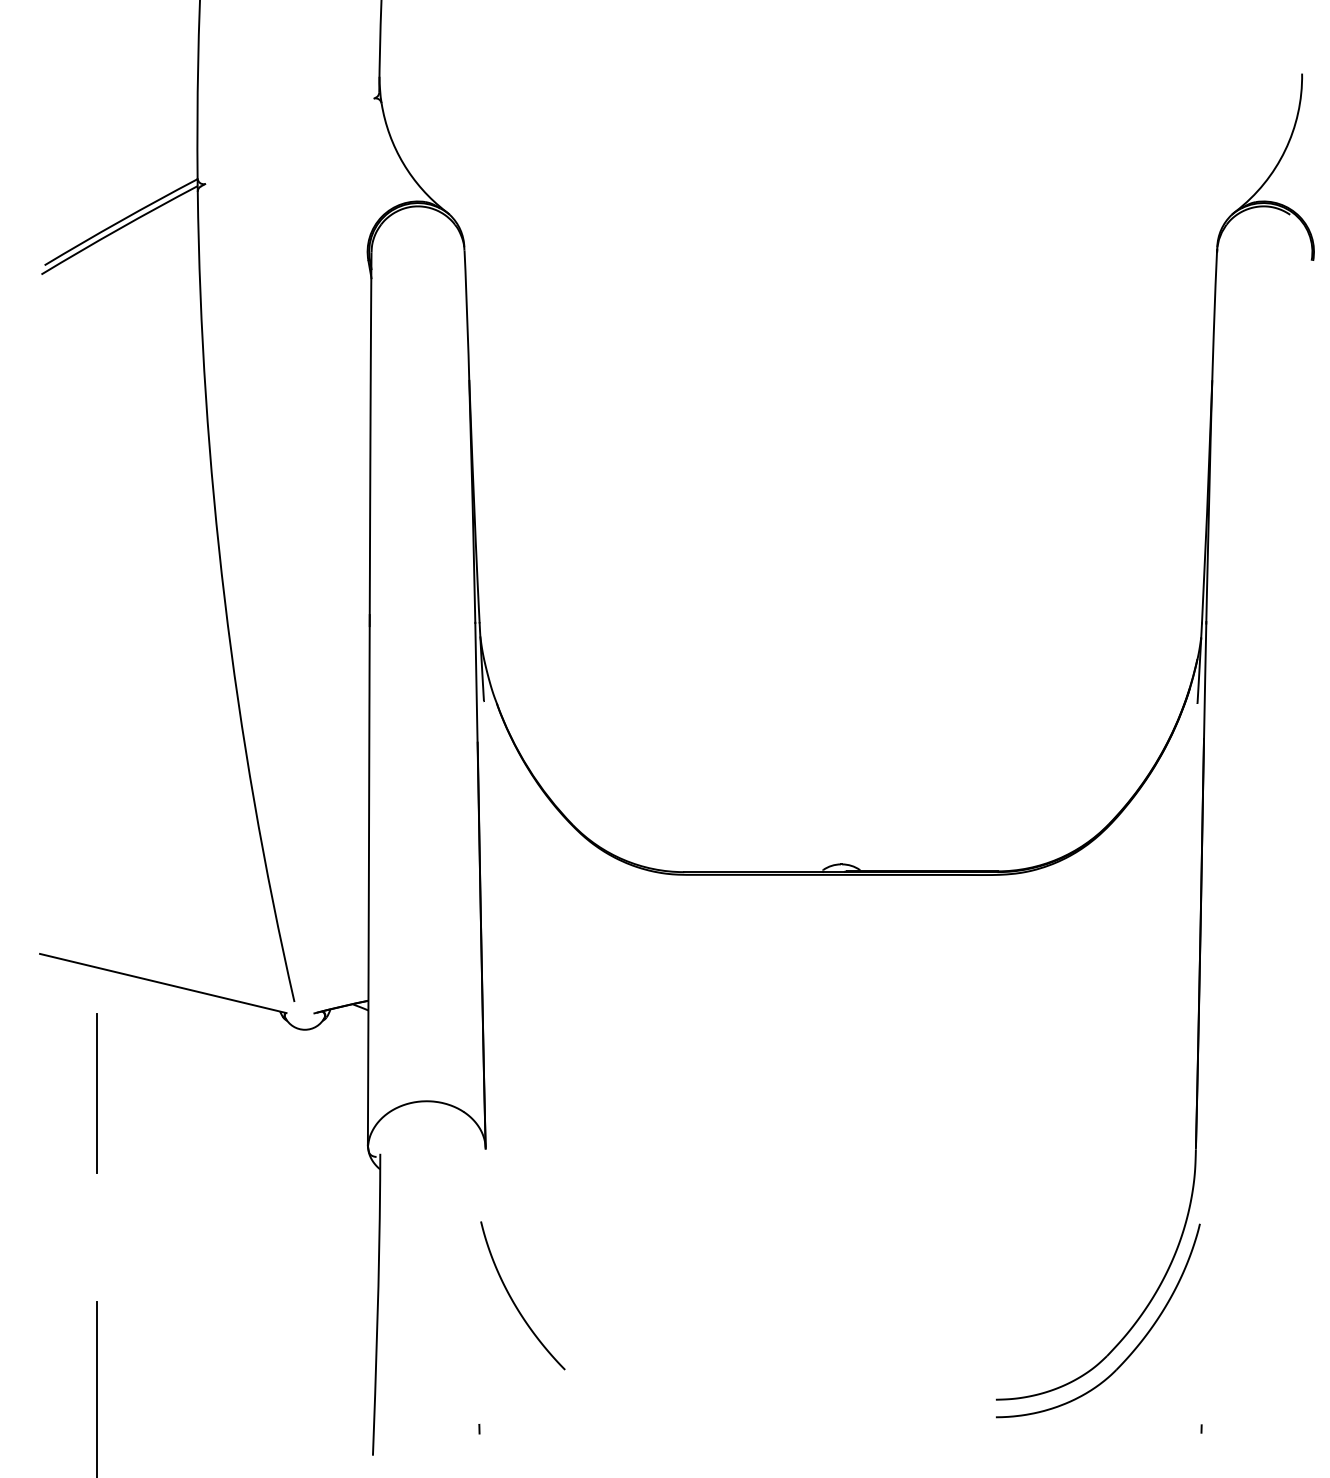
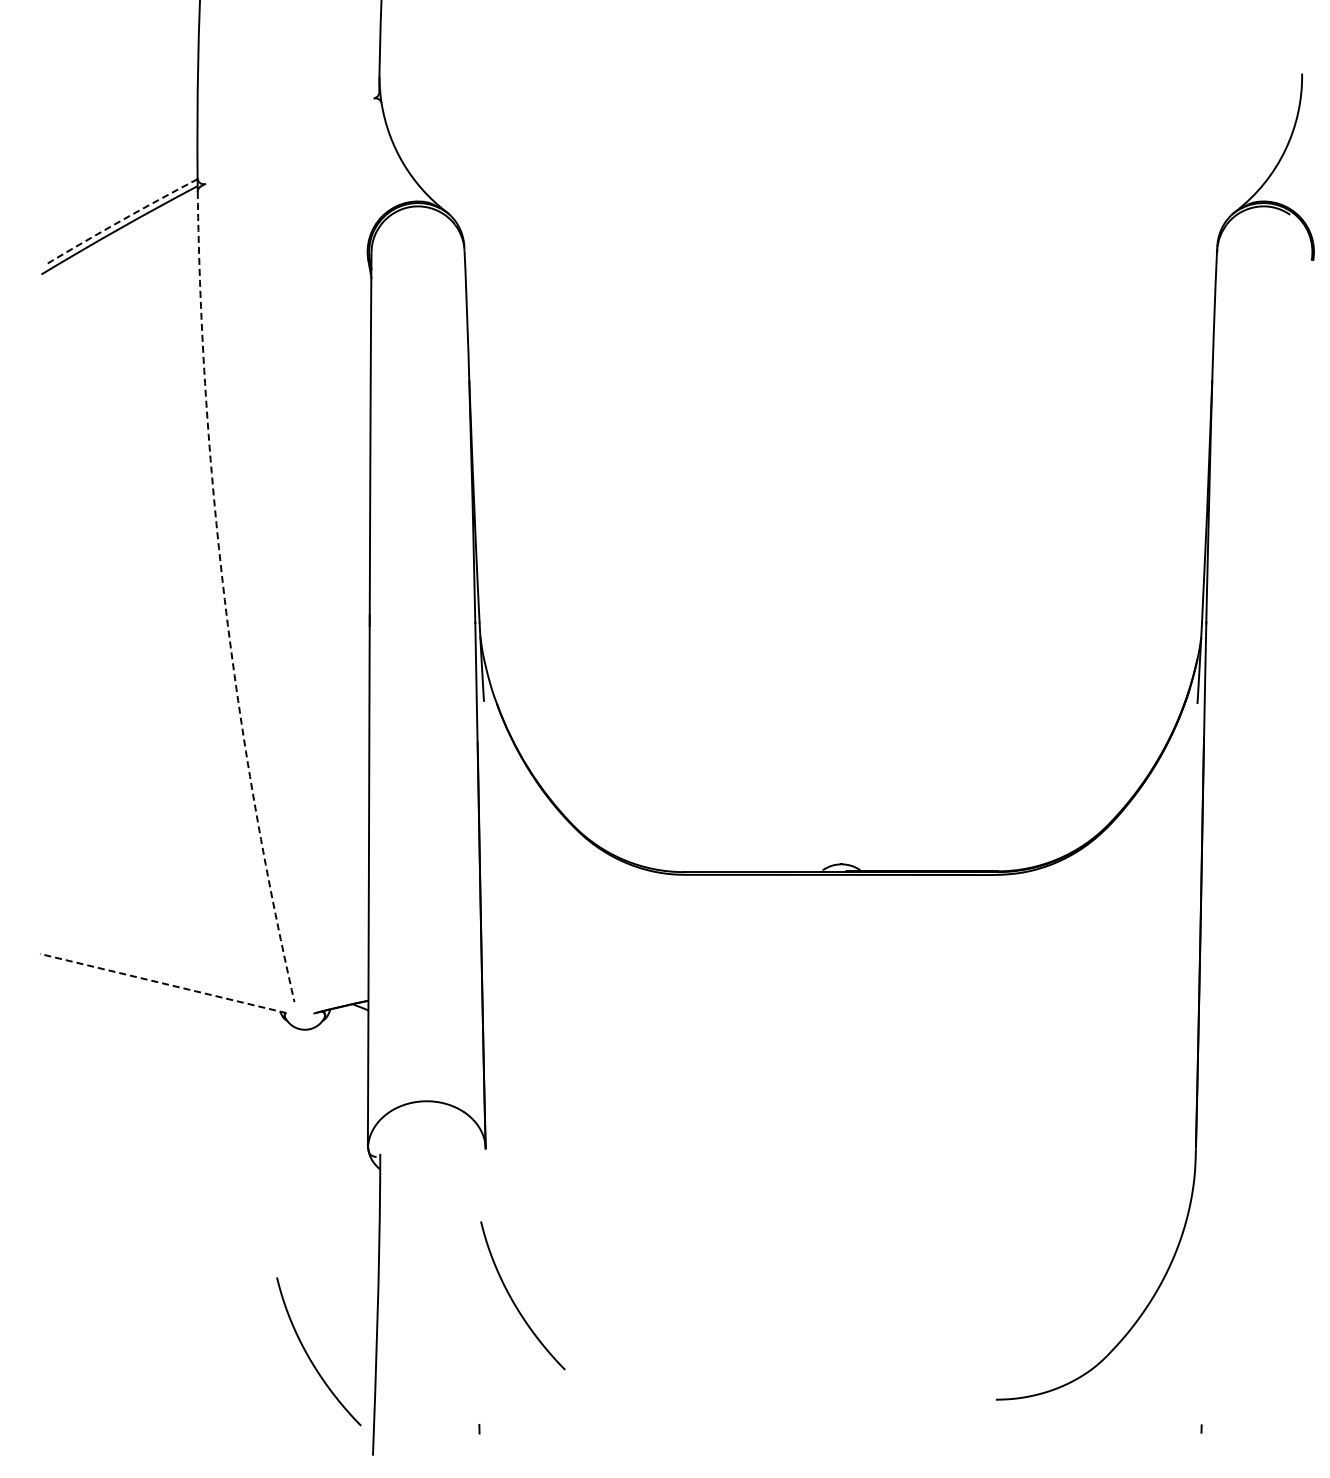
arc at (120, 221): solid -> dashed
arc at (224, 599): solid -> dashed
line at (163, 983): solid -> dashed
line at (97, 1092): present -> none
part at (1132, 1350): present -> none
curve at (310, 1357): none -> present
line at (97, 1388): present -> none
